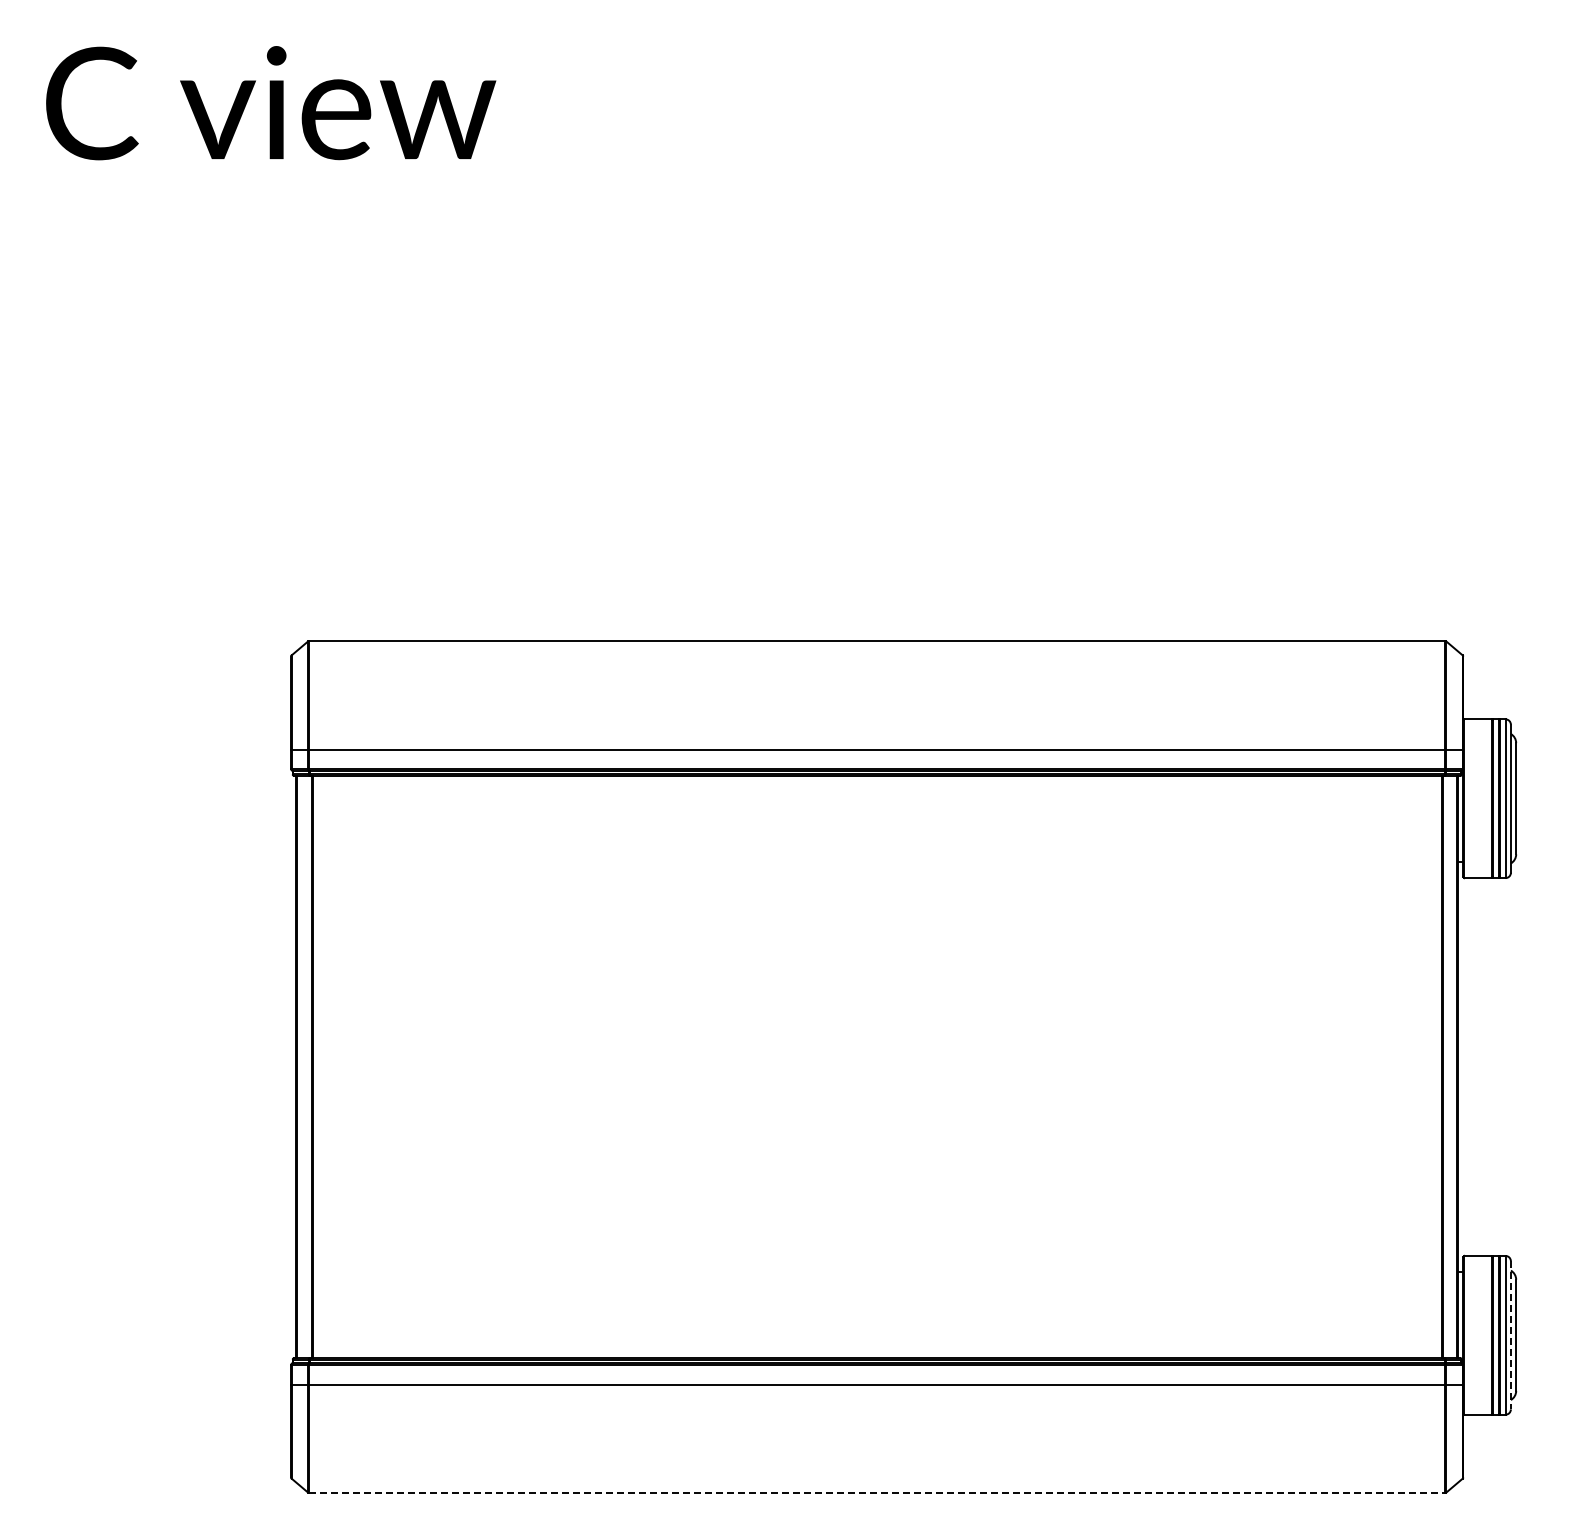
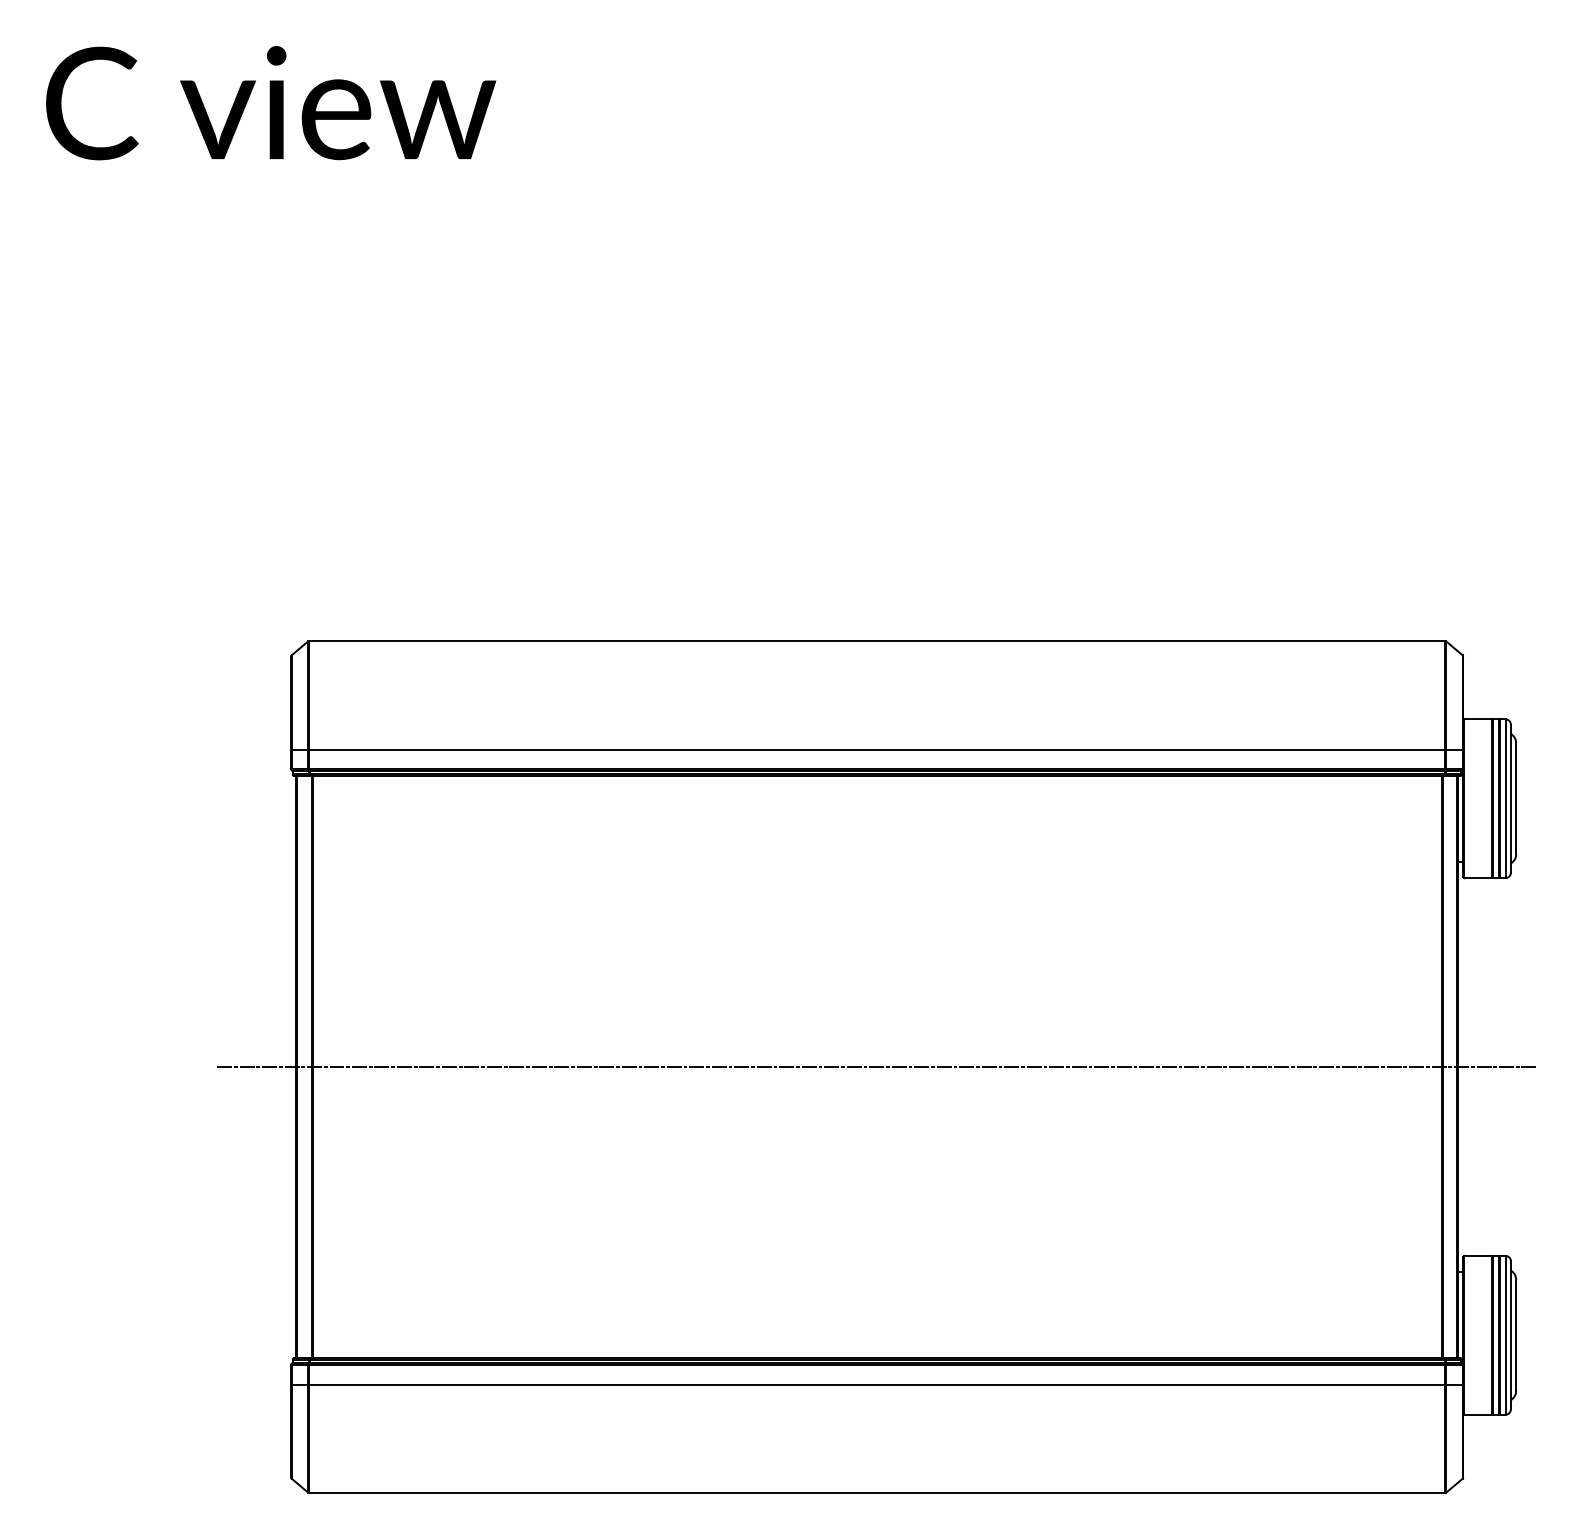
line at (877, 1067): none -> present
line at (1510, 1335): dashed -> solid
line at (877, 1493): dashed -> solid
